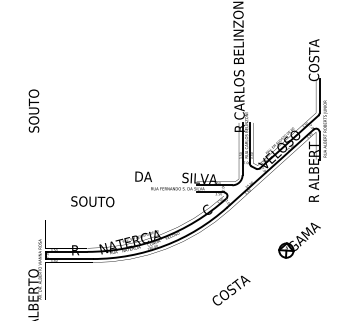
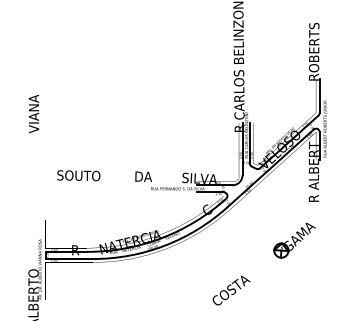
text at (313, 51): COSTA -> ROBERTS
text at (33, 111): SOUTO -> VIANA
text at (92, 201) position: (92, 201) -> (78, 175)
part at (299, 240) position: (299, 240) -> (294, 240)
